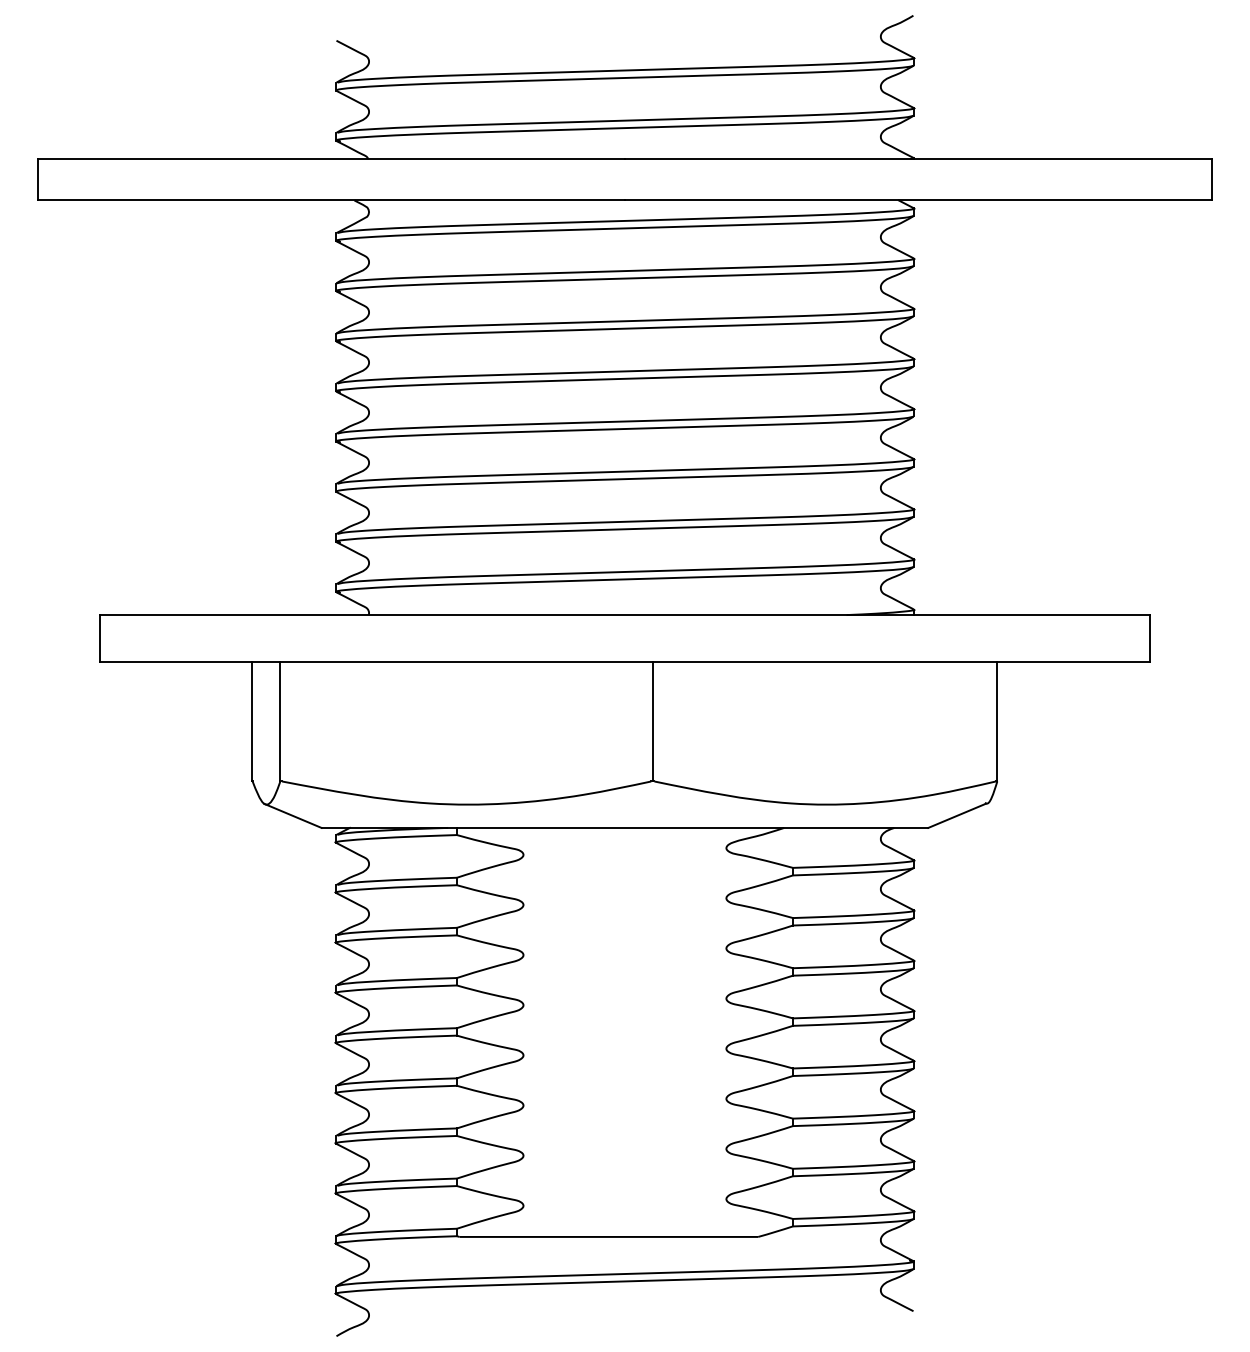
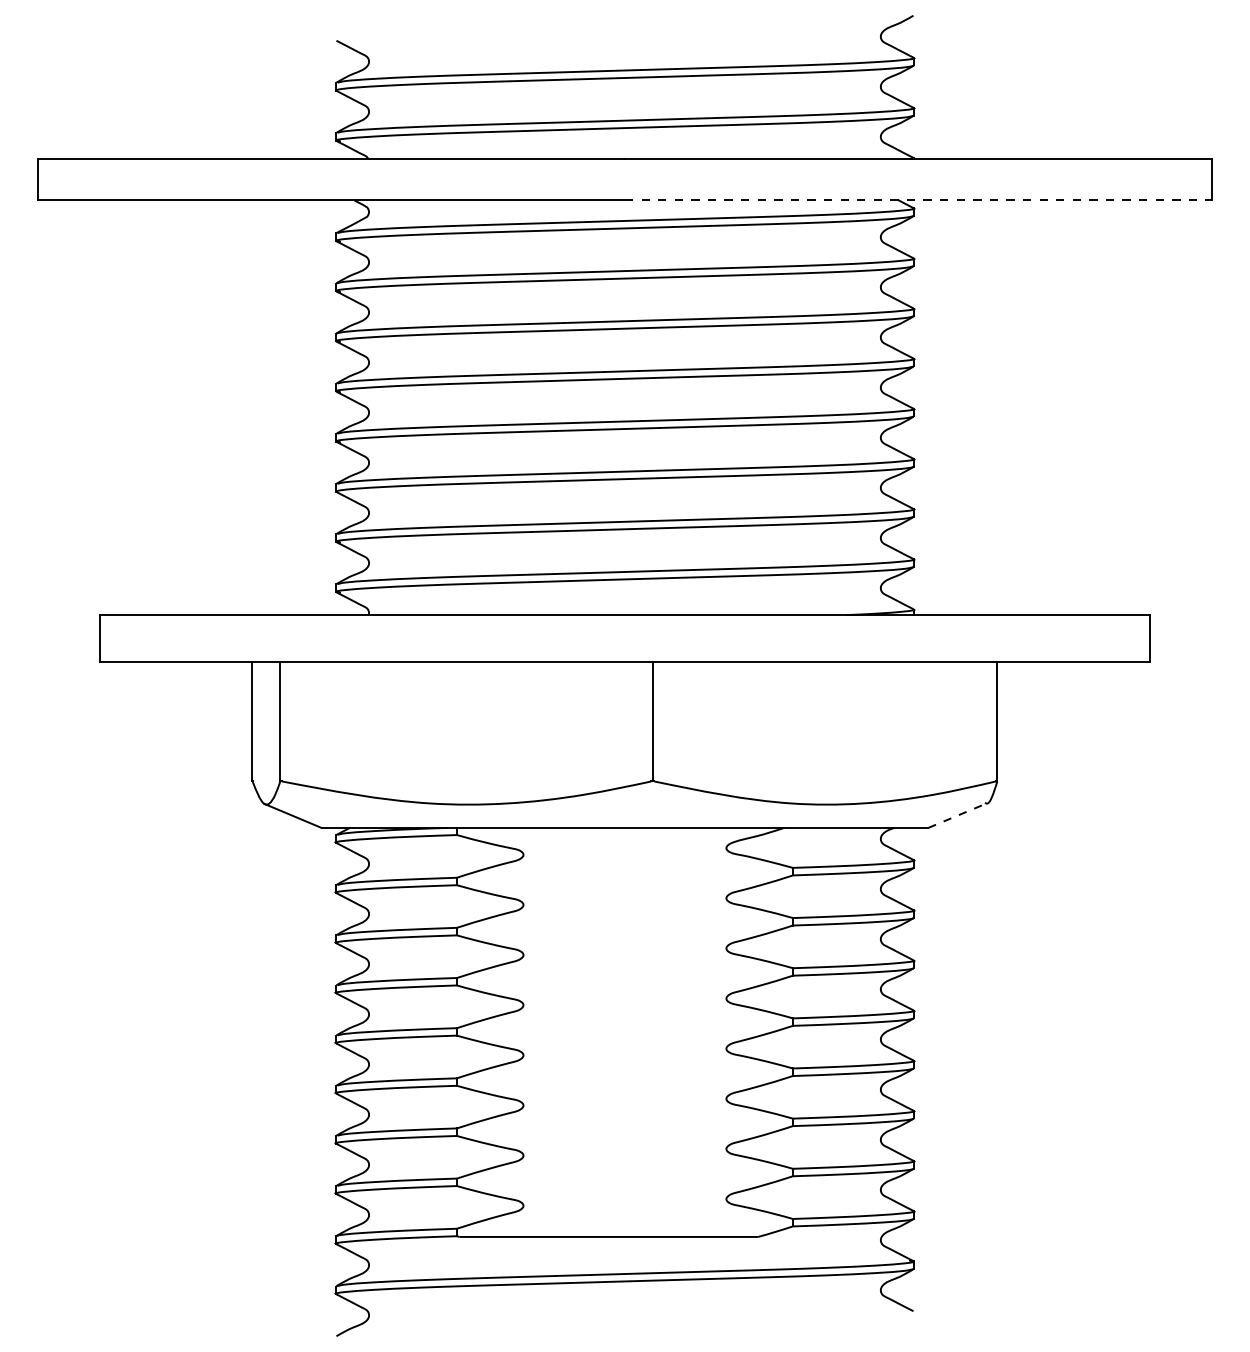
line at (918, 200): solid -> dashed
line at (957, 815): solid -> dashed
